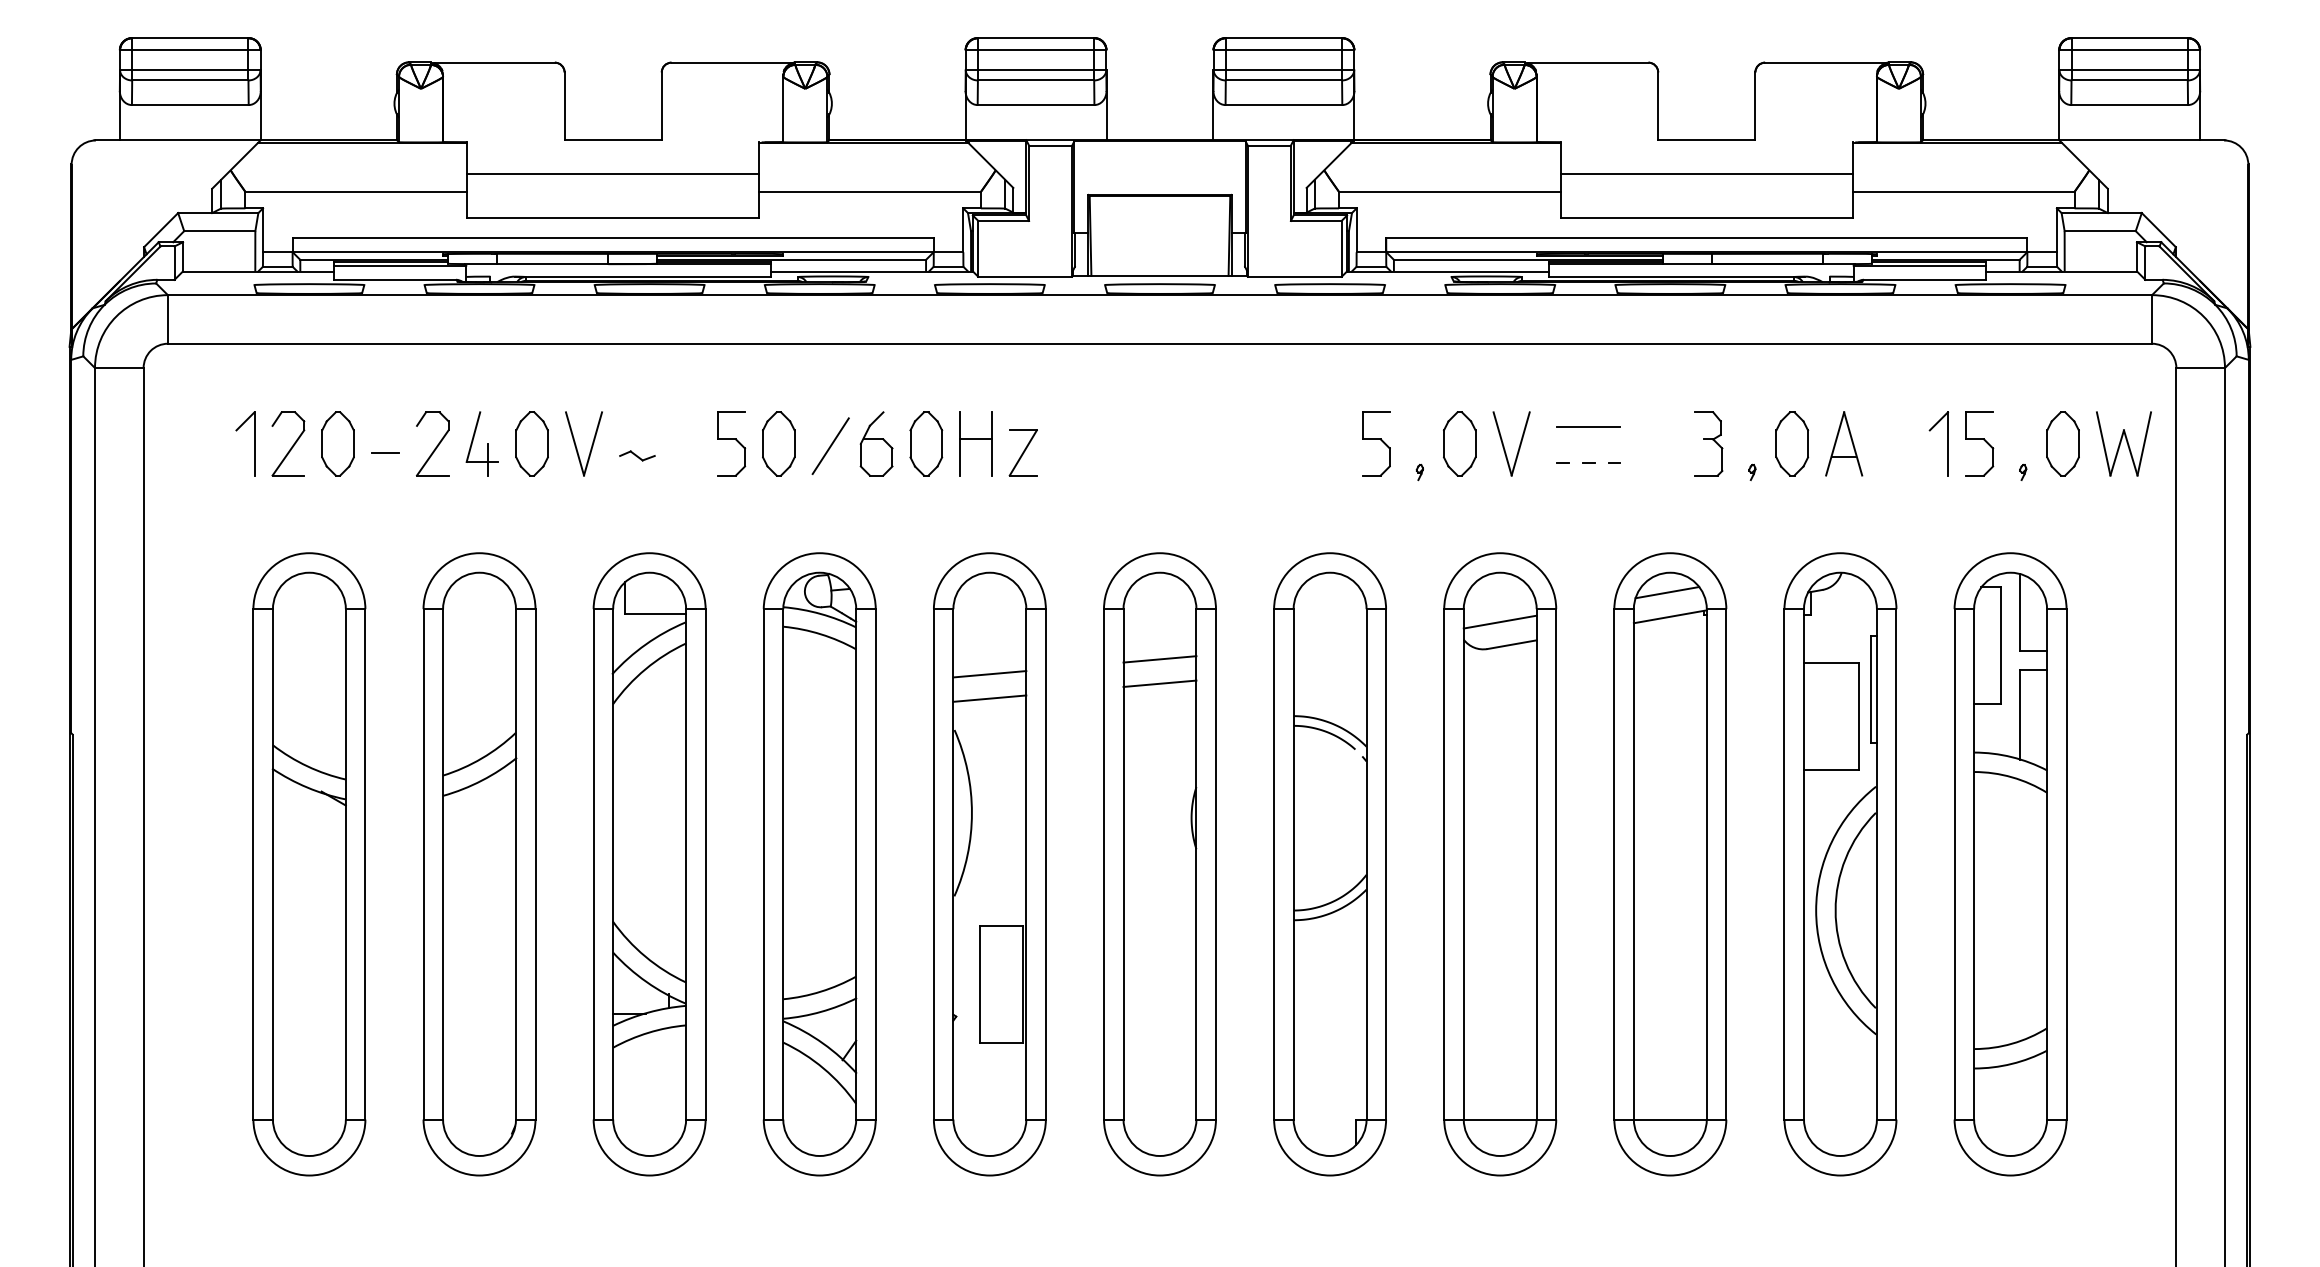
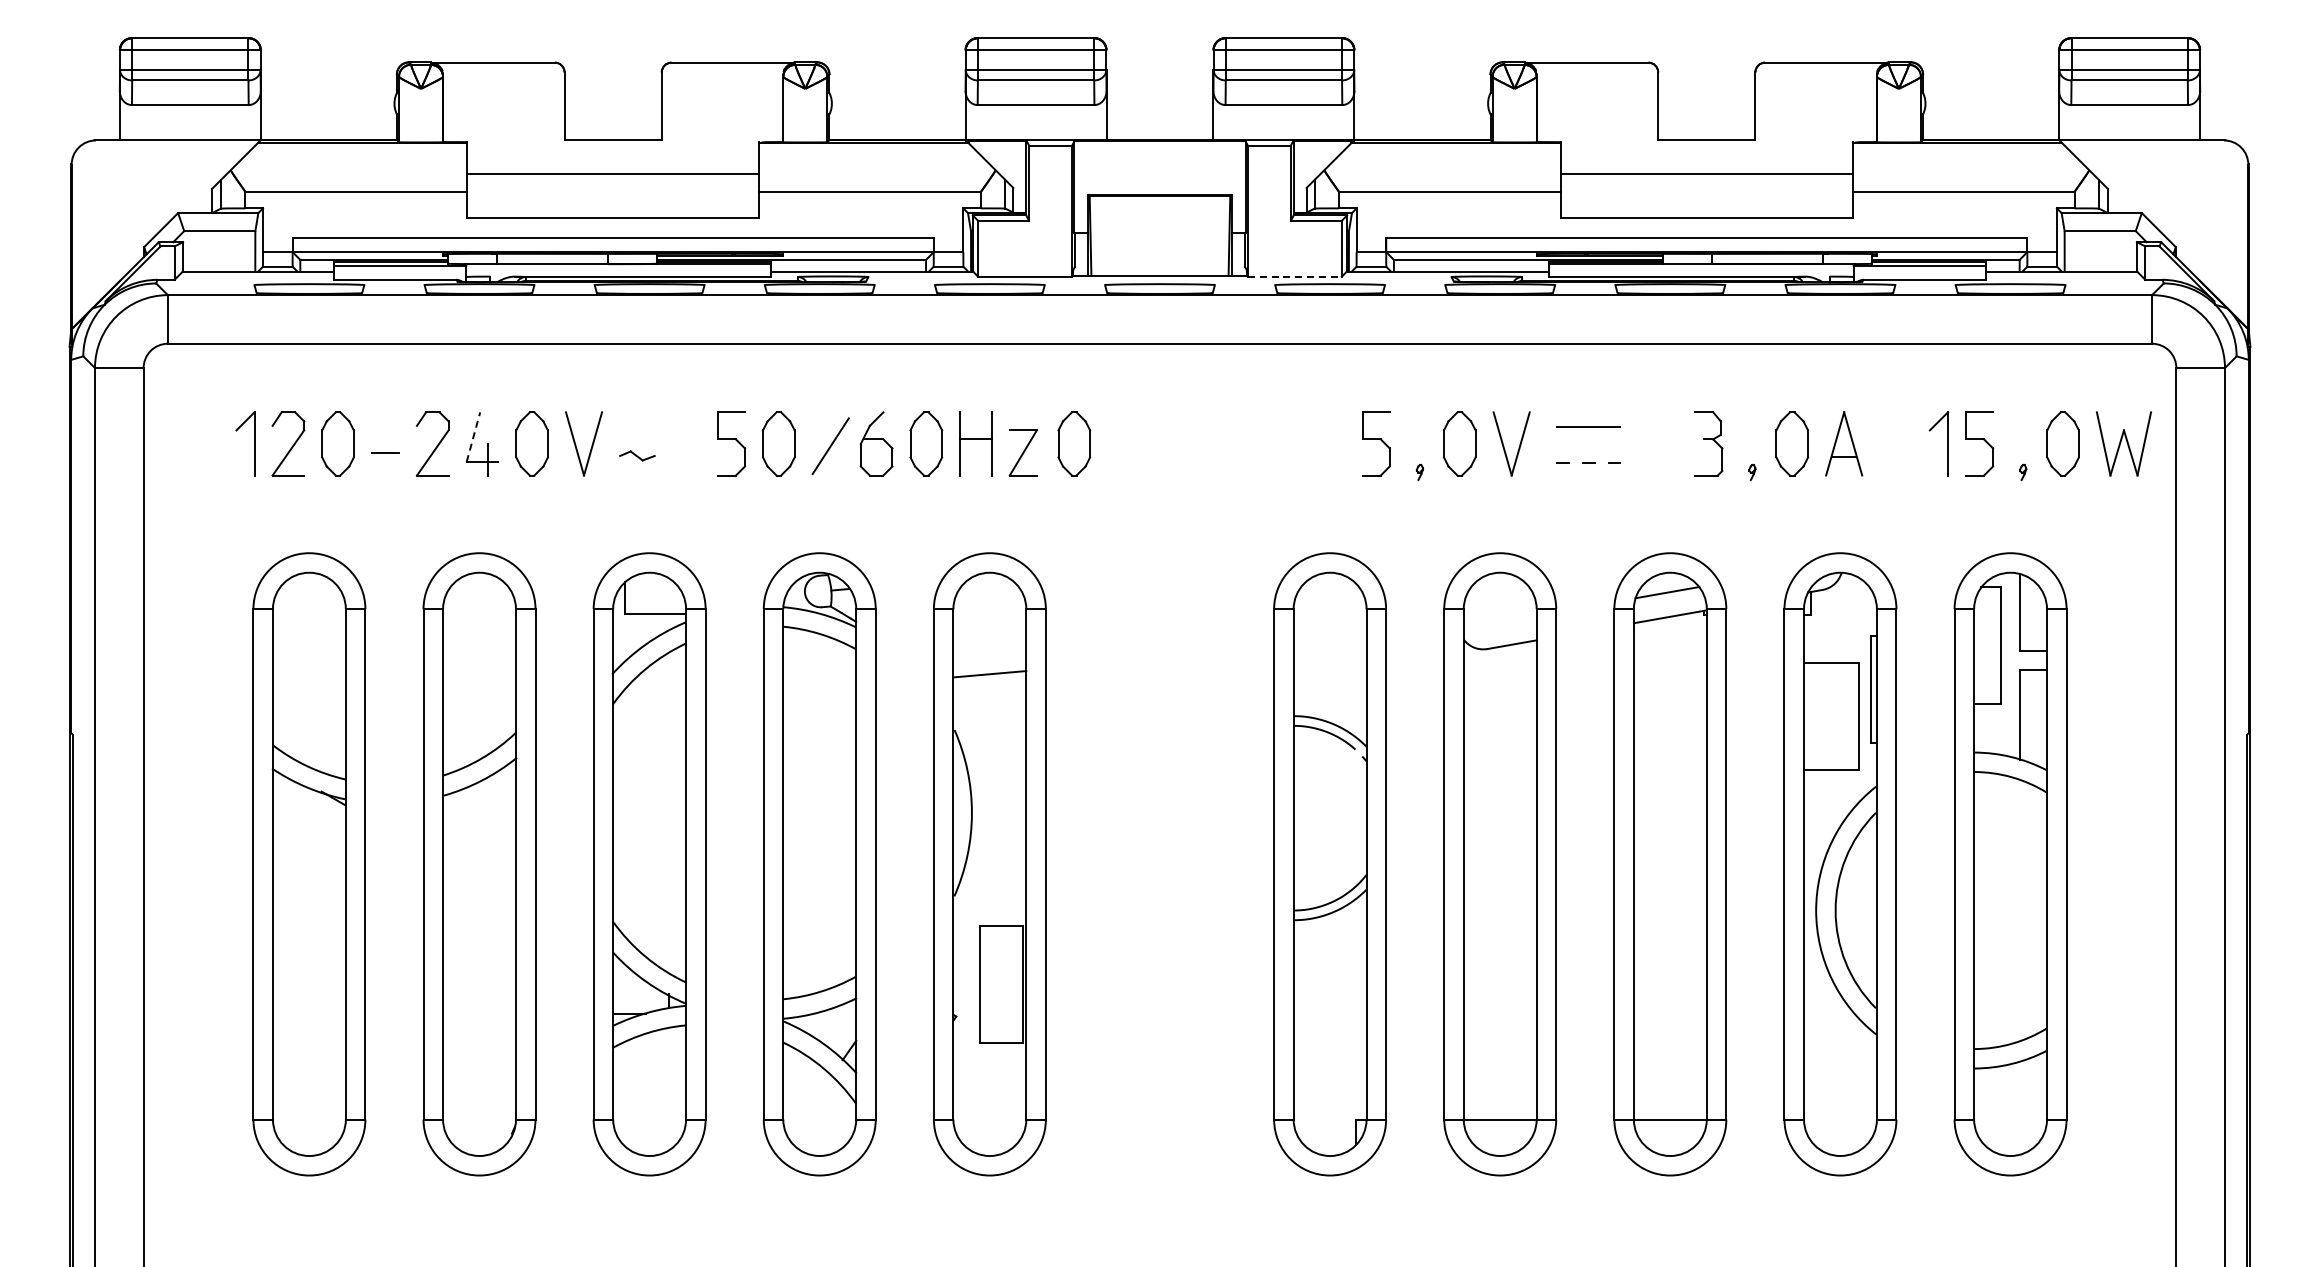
line at (1294, 276): solid -> dashed
line at (473, 437): solid -> dashed
part at (1074, 443): none -> present
line at (1499, 621): present -> none
line at (989, 698): present -> none
part at (1159, 864): present -> none
